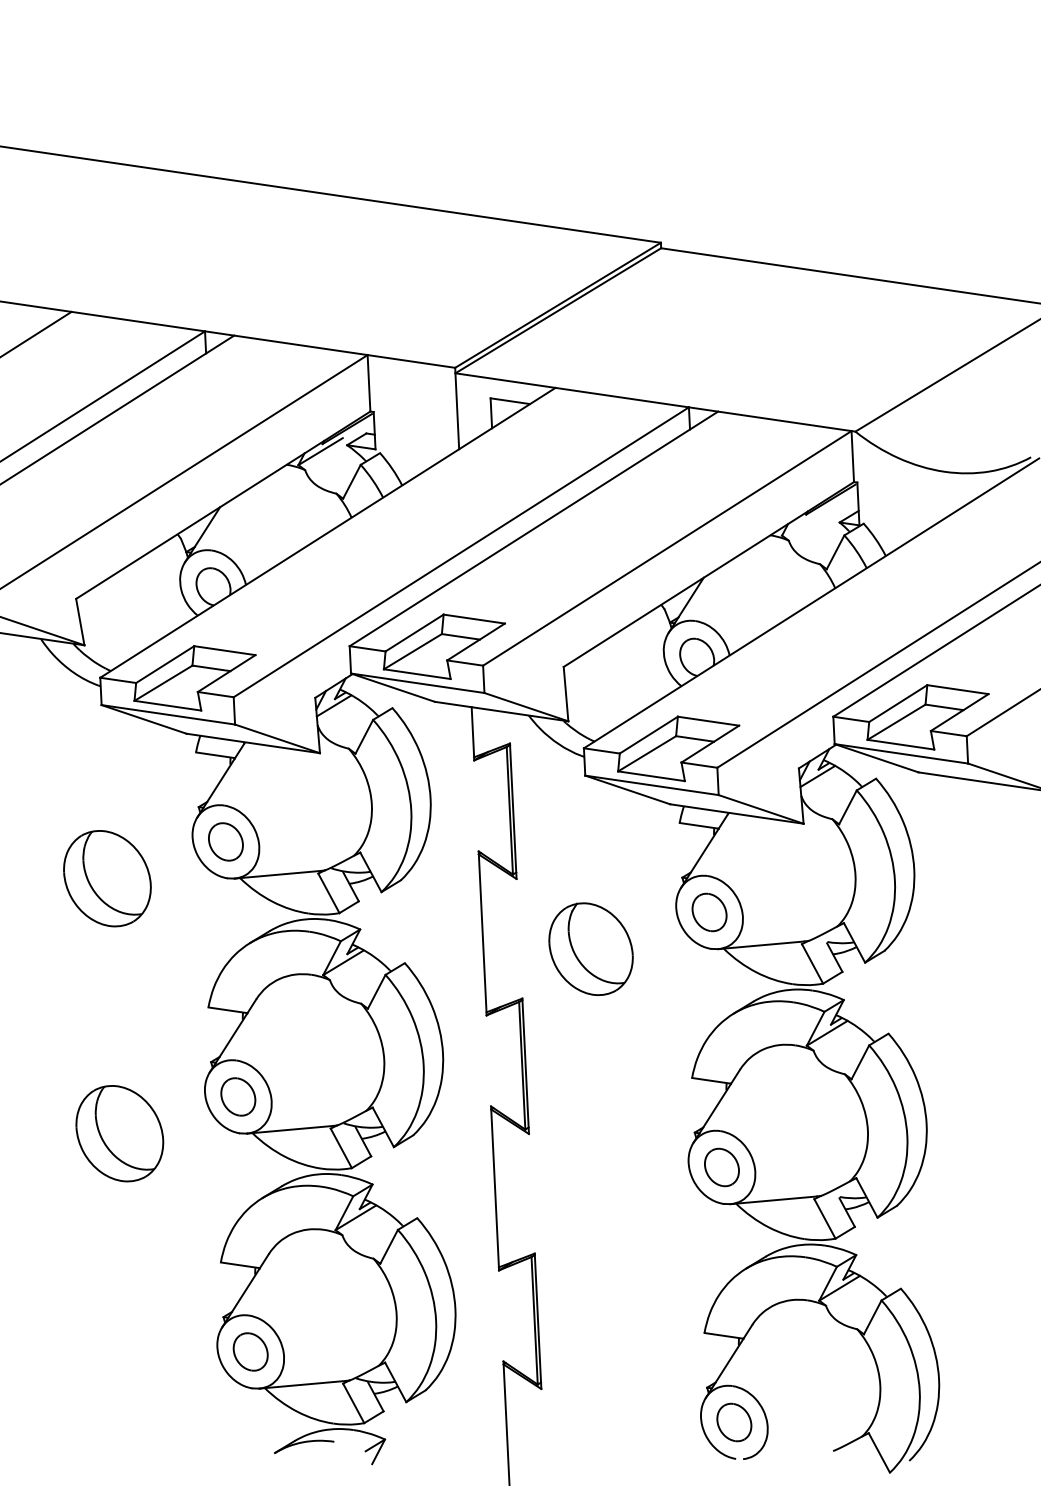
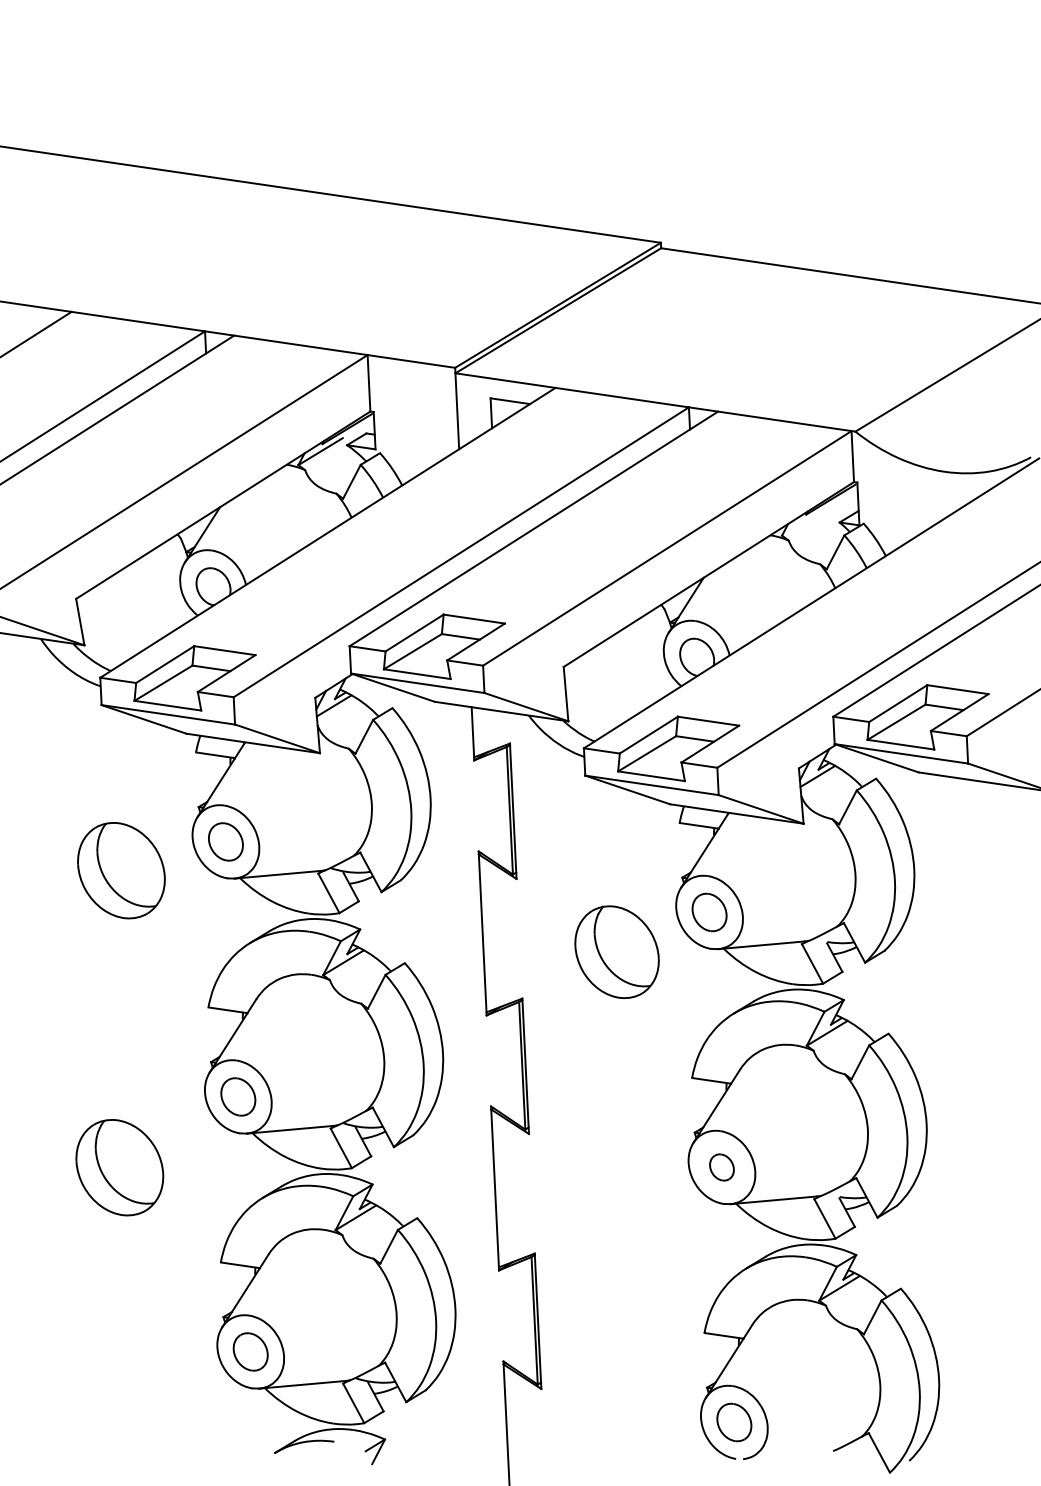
part at (107, 878) position: (107, 878) -> (121, 870)
part at (590, 948) position: (590, 948) -> (616, 951)
part at (119, 1133) position: (119, 1133) -> (119, 1167)
part at (721, 1167) size: 36x41 px -> 26x29 px
